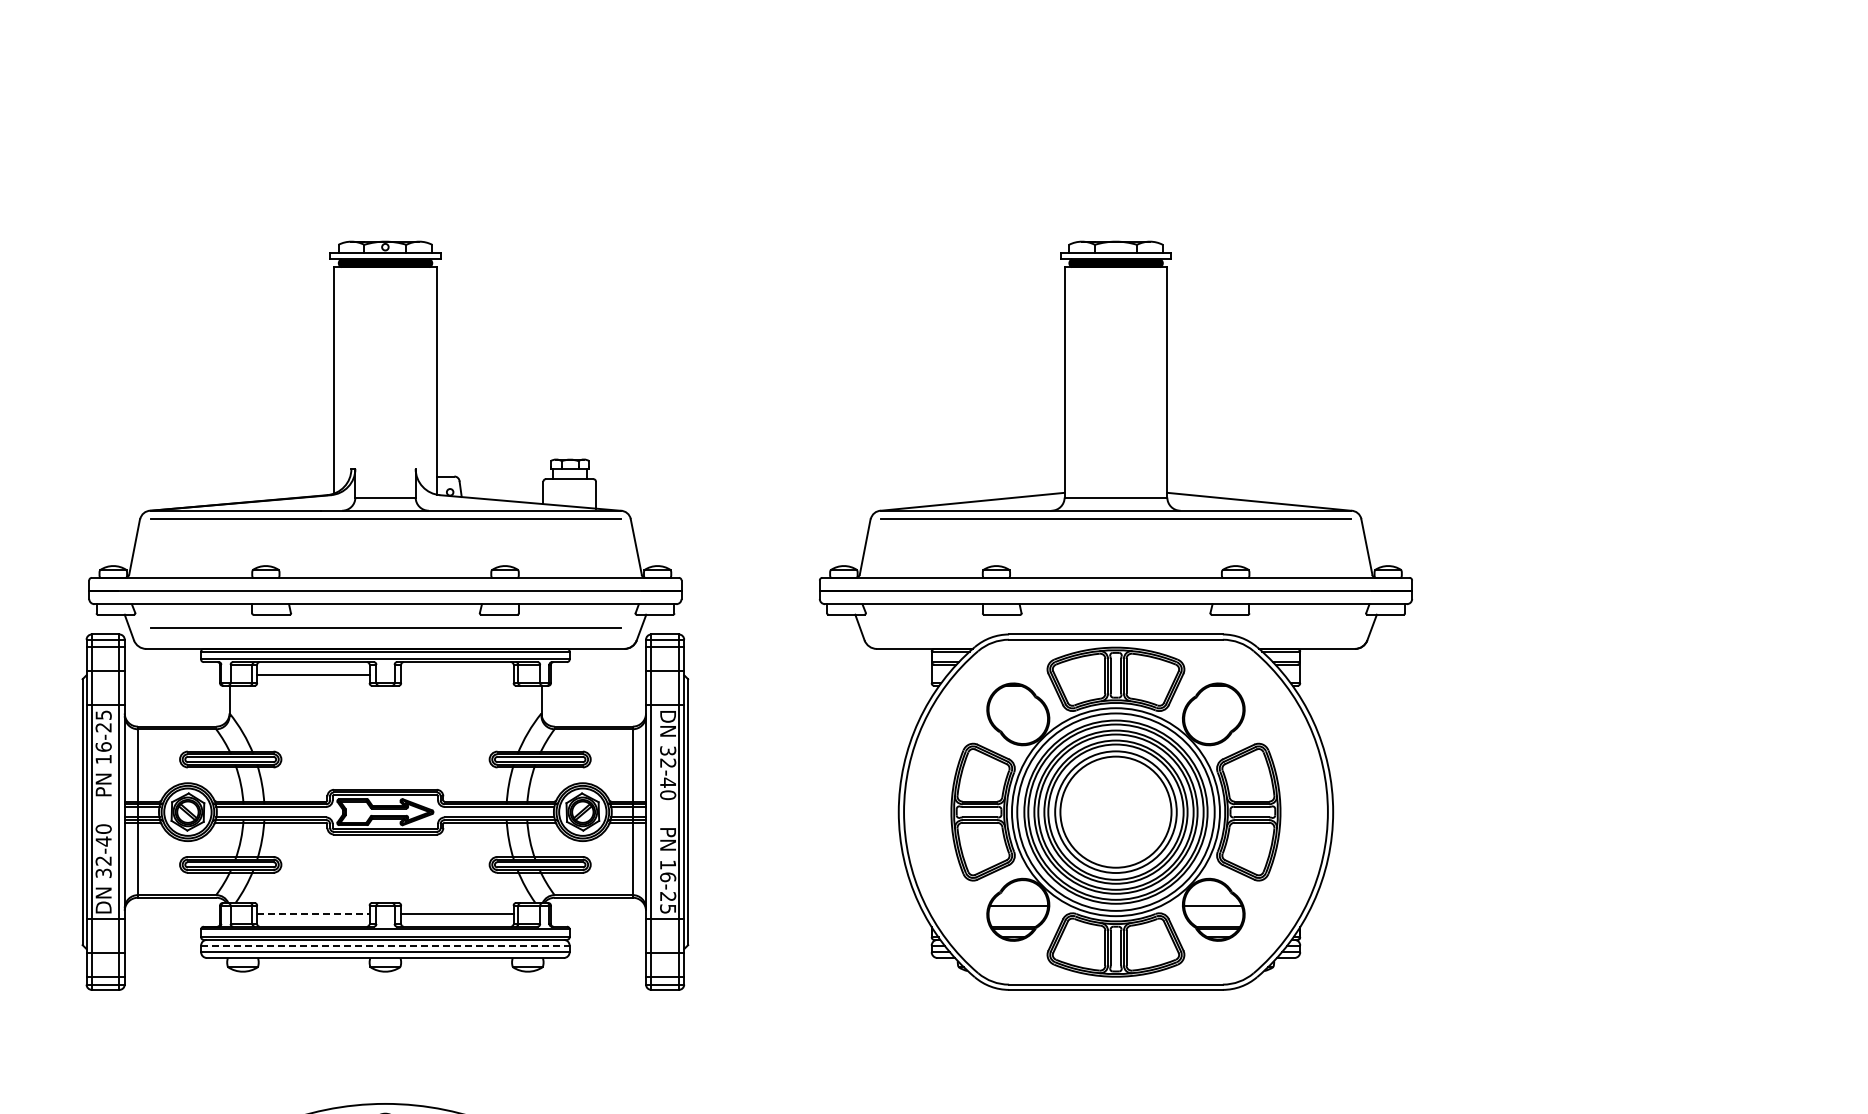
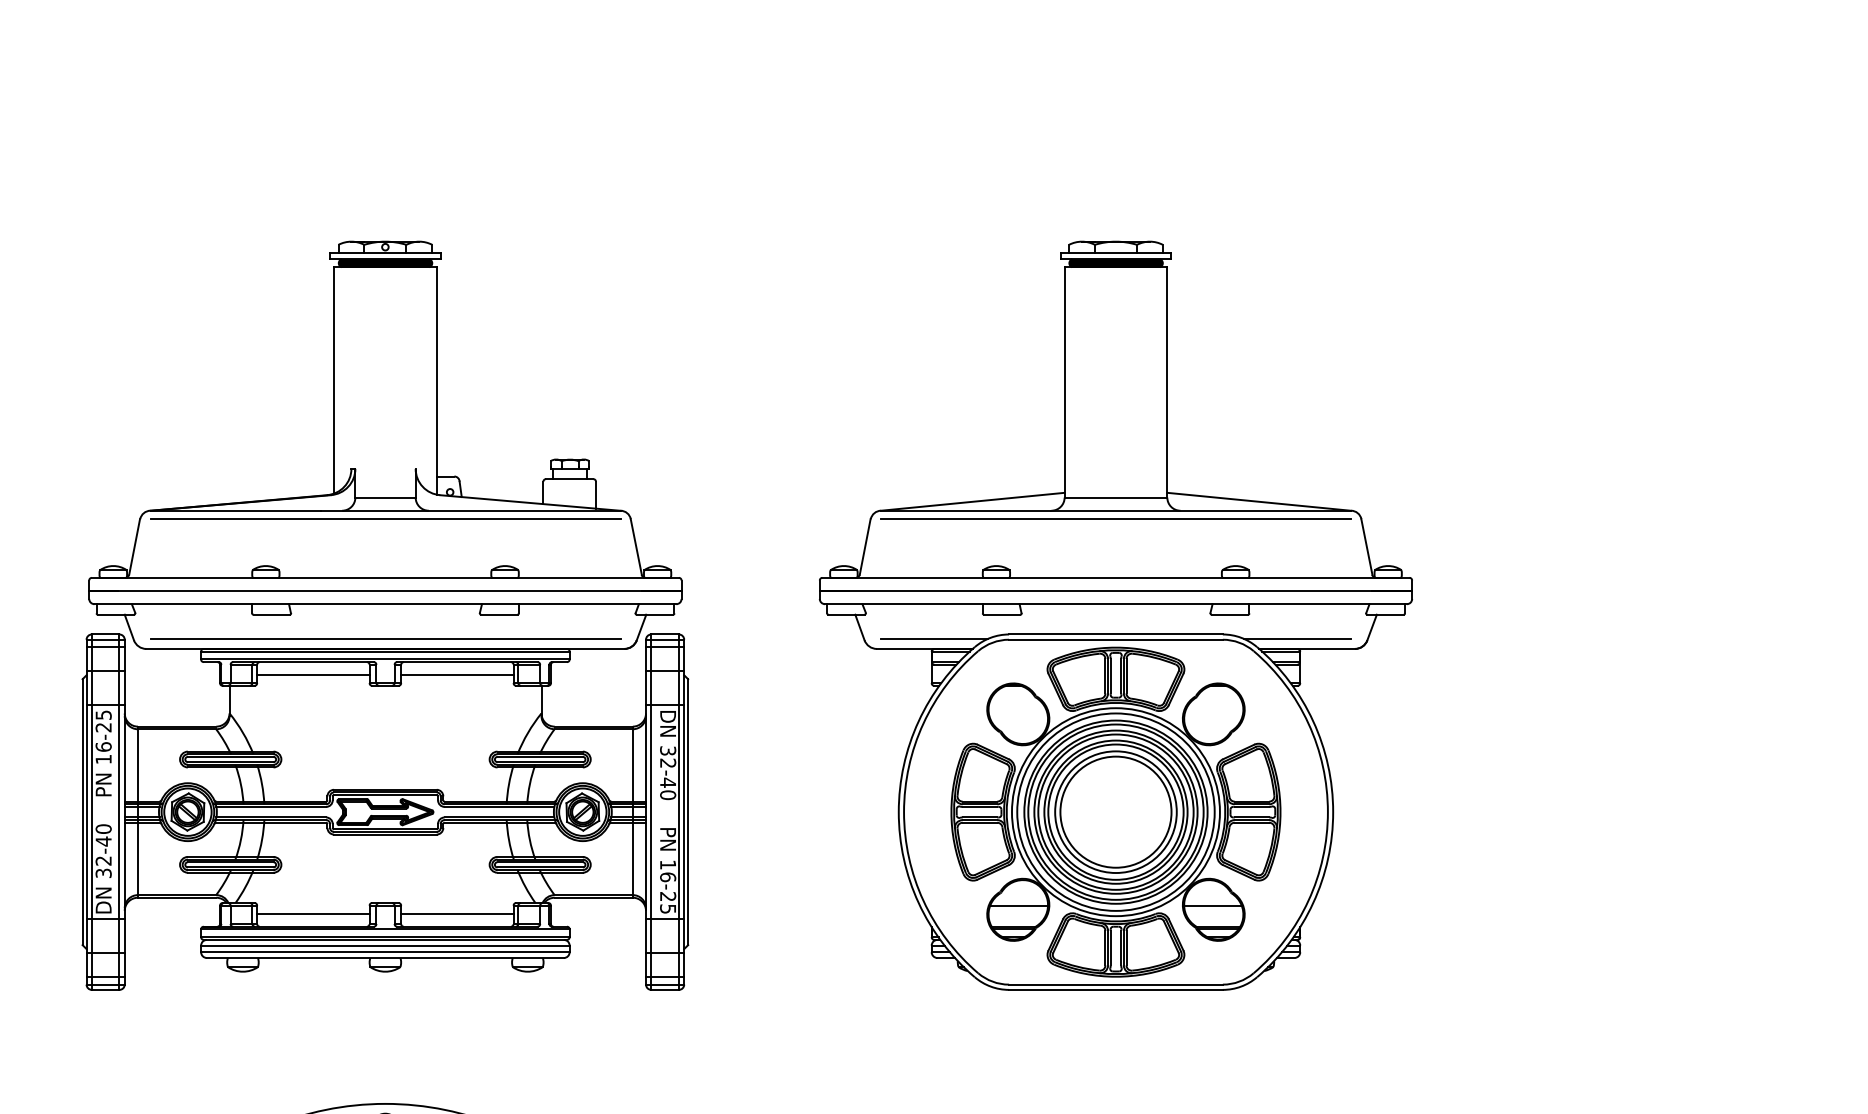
line at (385, 627) position: (385, 627) -> (385, 638)
line at (934, 638): none -> present
line at (1297, 638): none -> present
line at (457, 675): none -> present
line at (313, 913): dashed -> solid
line at (385, 945): dashed -> solid
